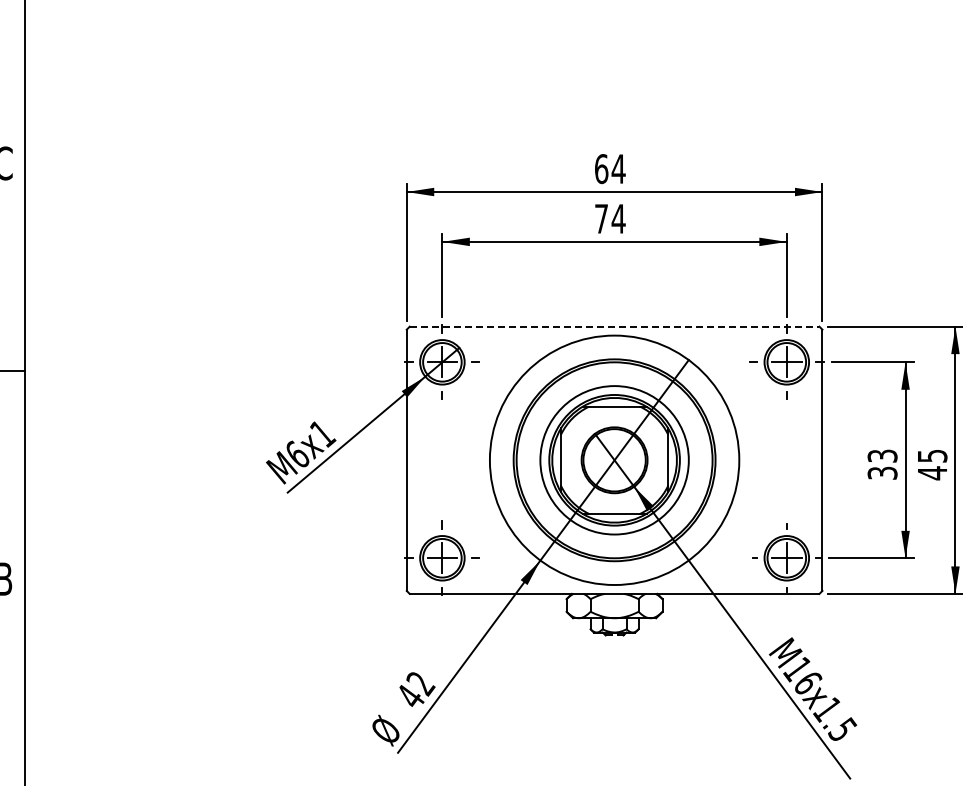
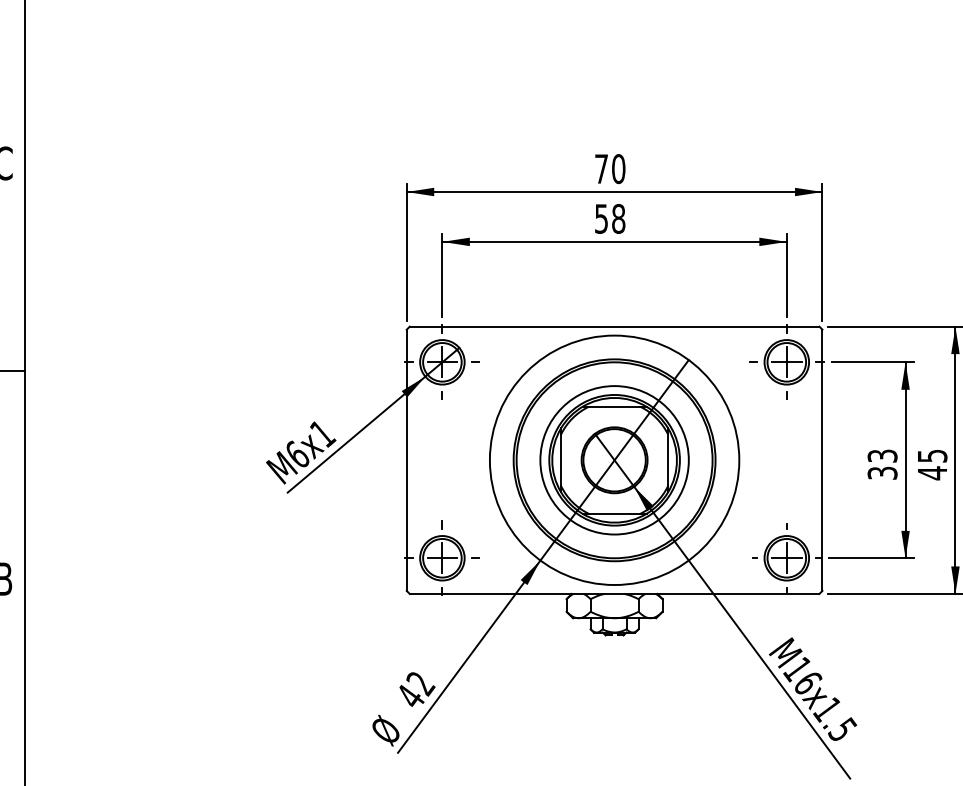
text at (610, 169): 64 -> 70
text at (610, 218): 74 -> 58
line at (614, 326): dashed -> solid
